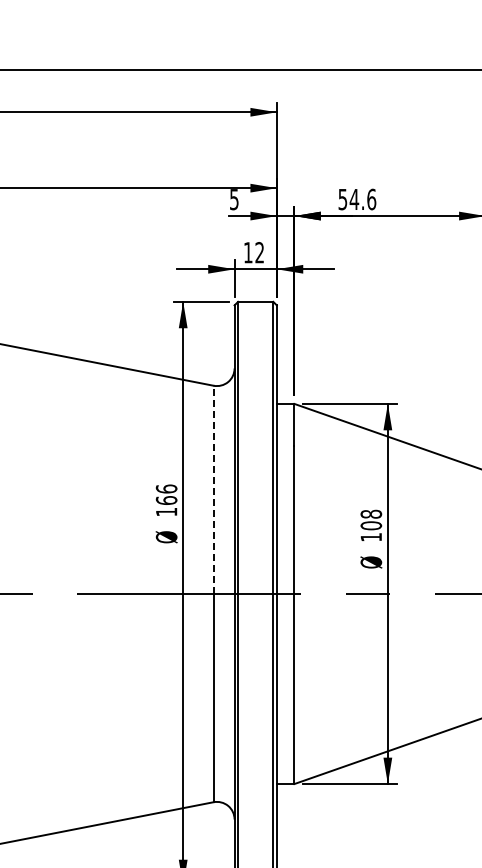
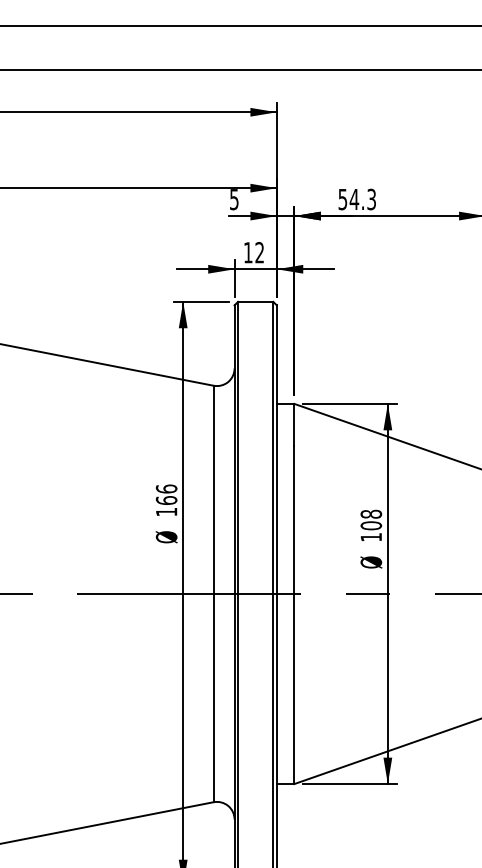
line at (240, 26): none -> present
text at (371, 199): 54.6 -> 54.3
line at (213, 489): dashed -> solid
